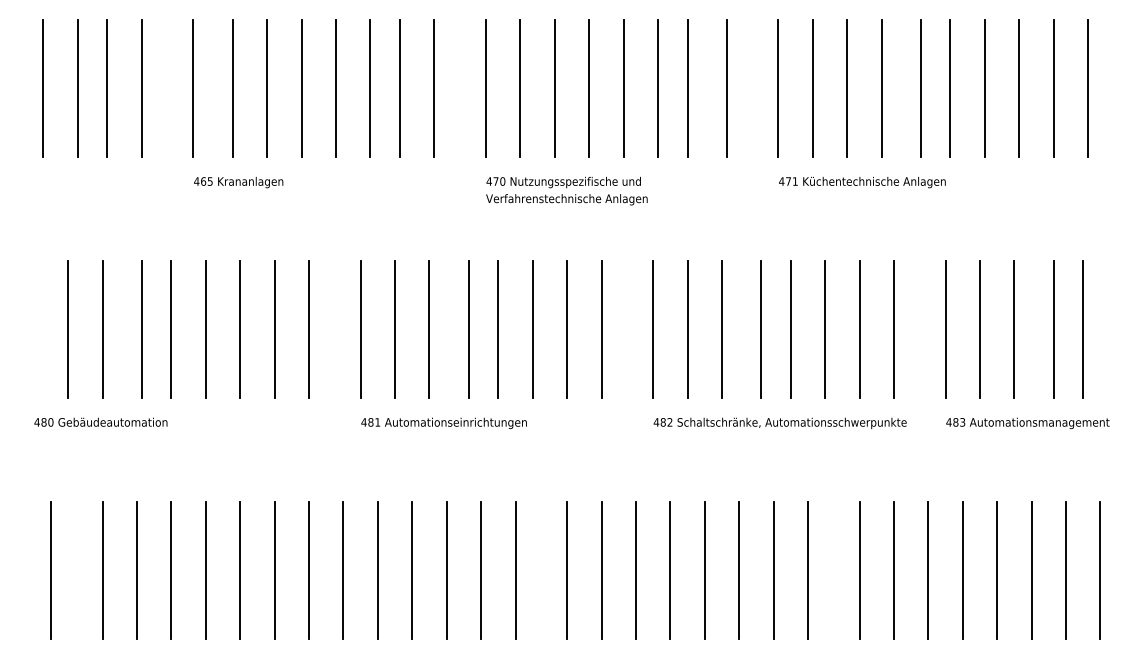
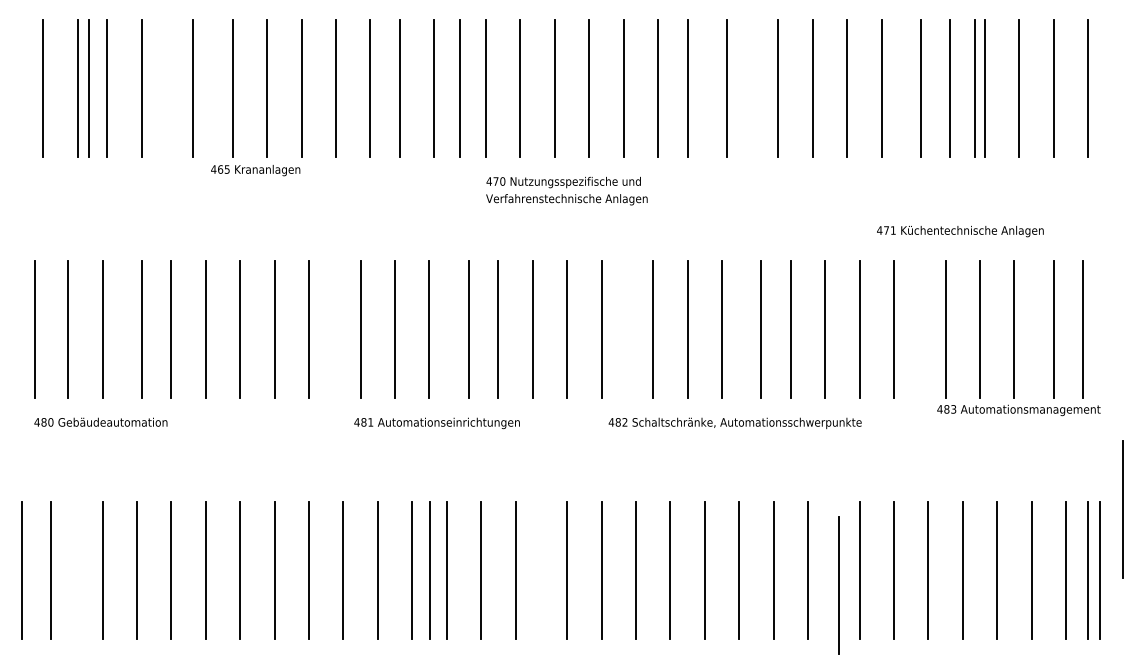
line at (88, 88): none -> present
line at (459, 88): none -> present
line at (974, 88): none -> present
text at (238, 182) position: (238, 182) -> (255, 170)
text at (862, 182) position: (862, 182) -> (960, 231)
line at (34, 329): none -> present
text at (443, 423) position: (443, 423) -> (436, 423)
text at (779, 423) position: (779, 423) -> (734, 423)
text at (1027, 423) position: (1027, 423) -> (1018, 410)
line at (1122, 509): none -> present
line at (21, 570): none -> present
line at (429, 570): none -> present
line at (1087, 570): none -> present
line at (838, 585): none -> present
